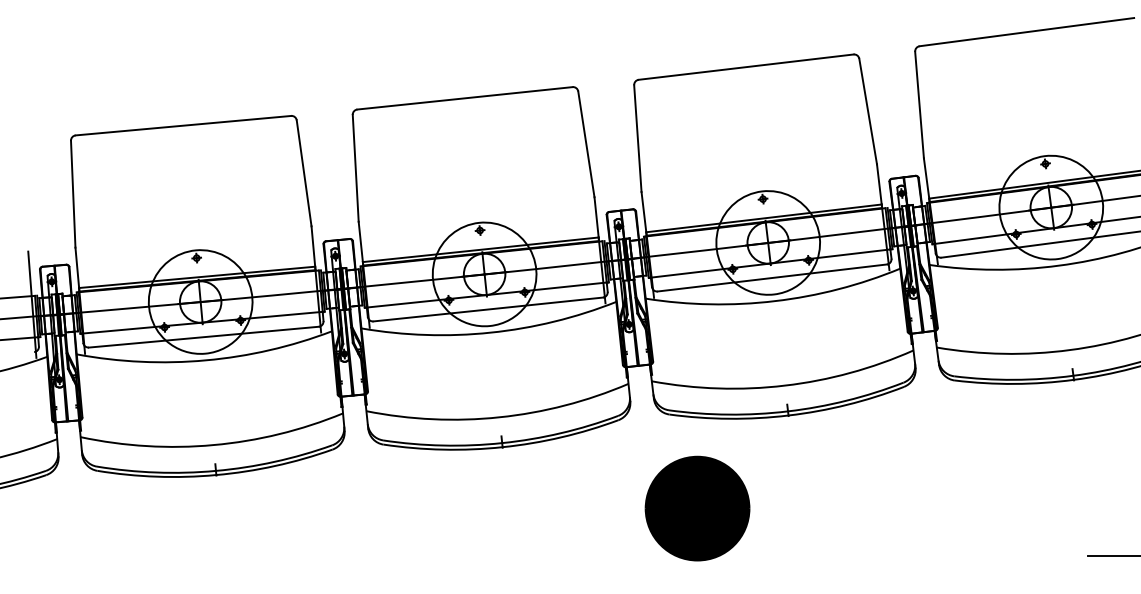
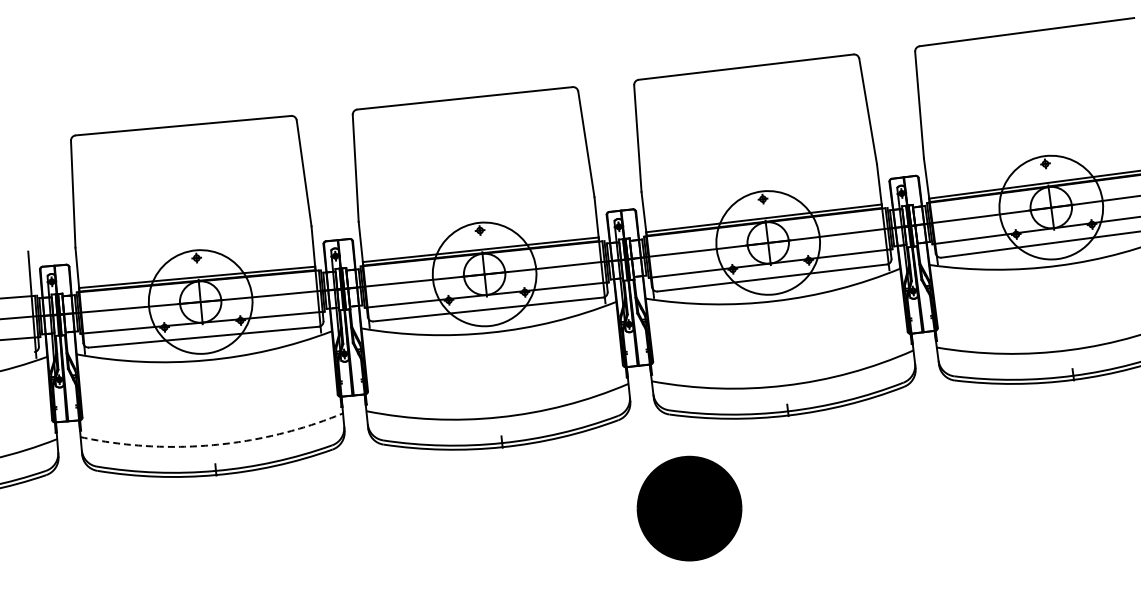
arc at (213, 445): solid -> dashed
part at (697, 508) position: (697, 508) -> (689, 508)
line at (1112, 556): present -> none
